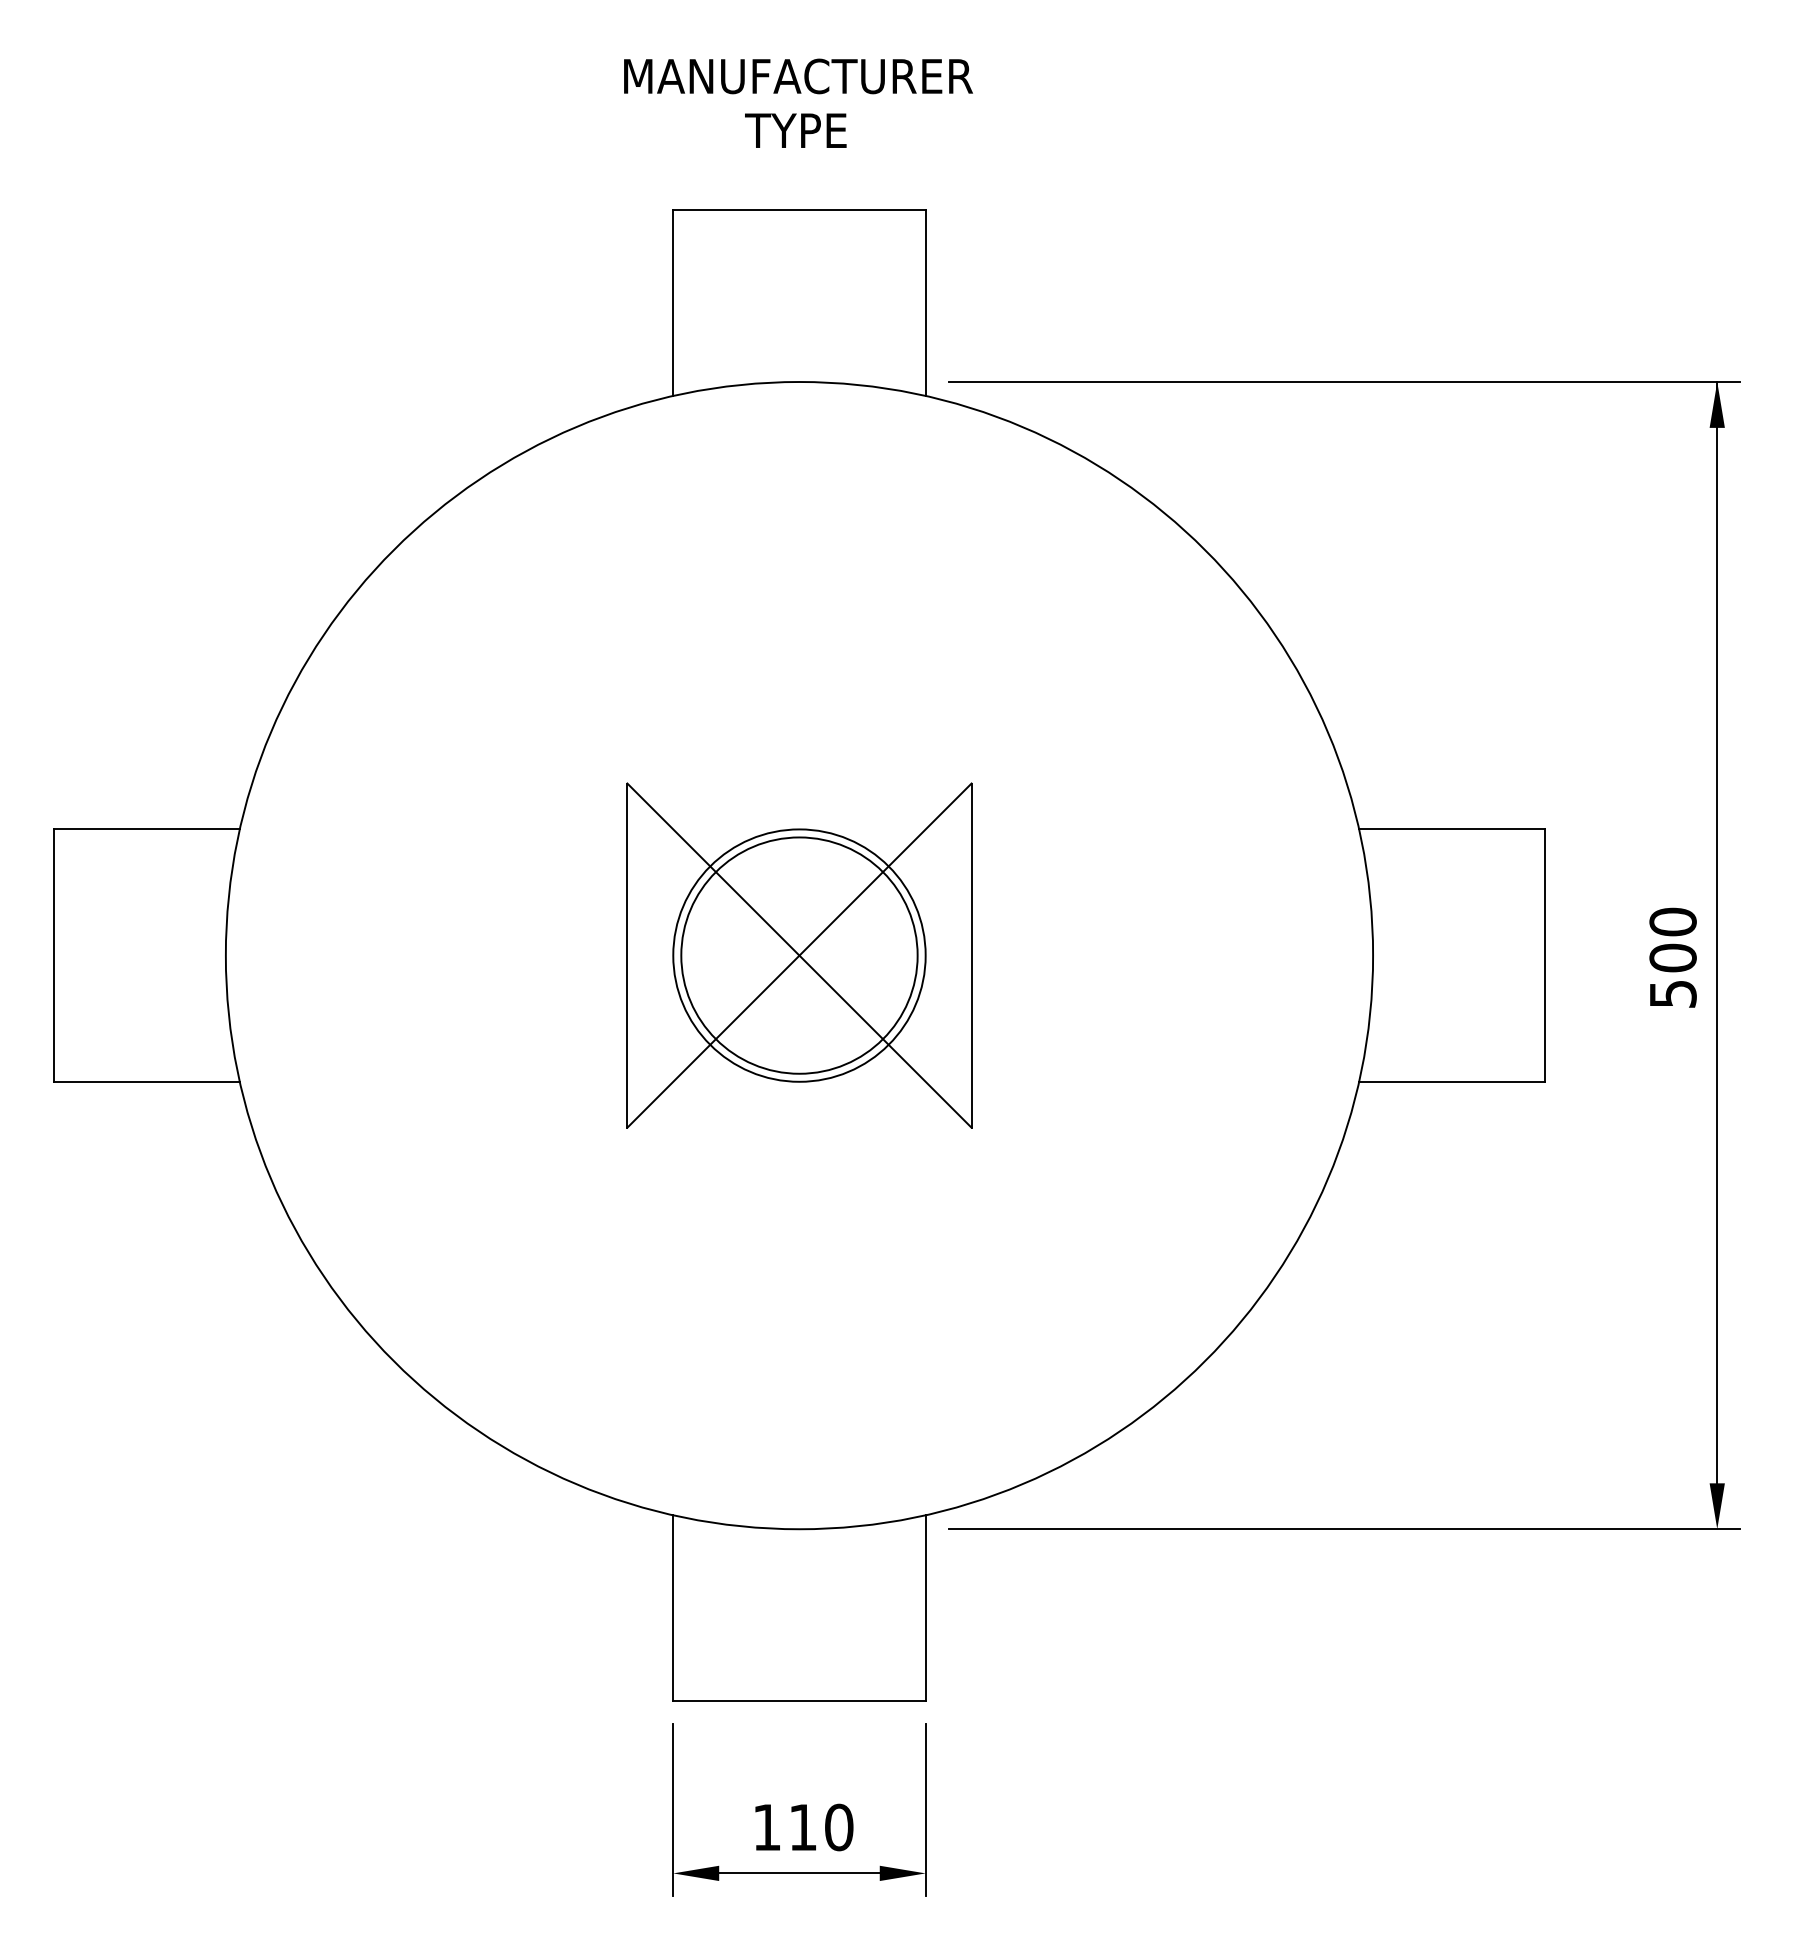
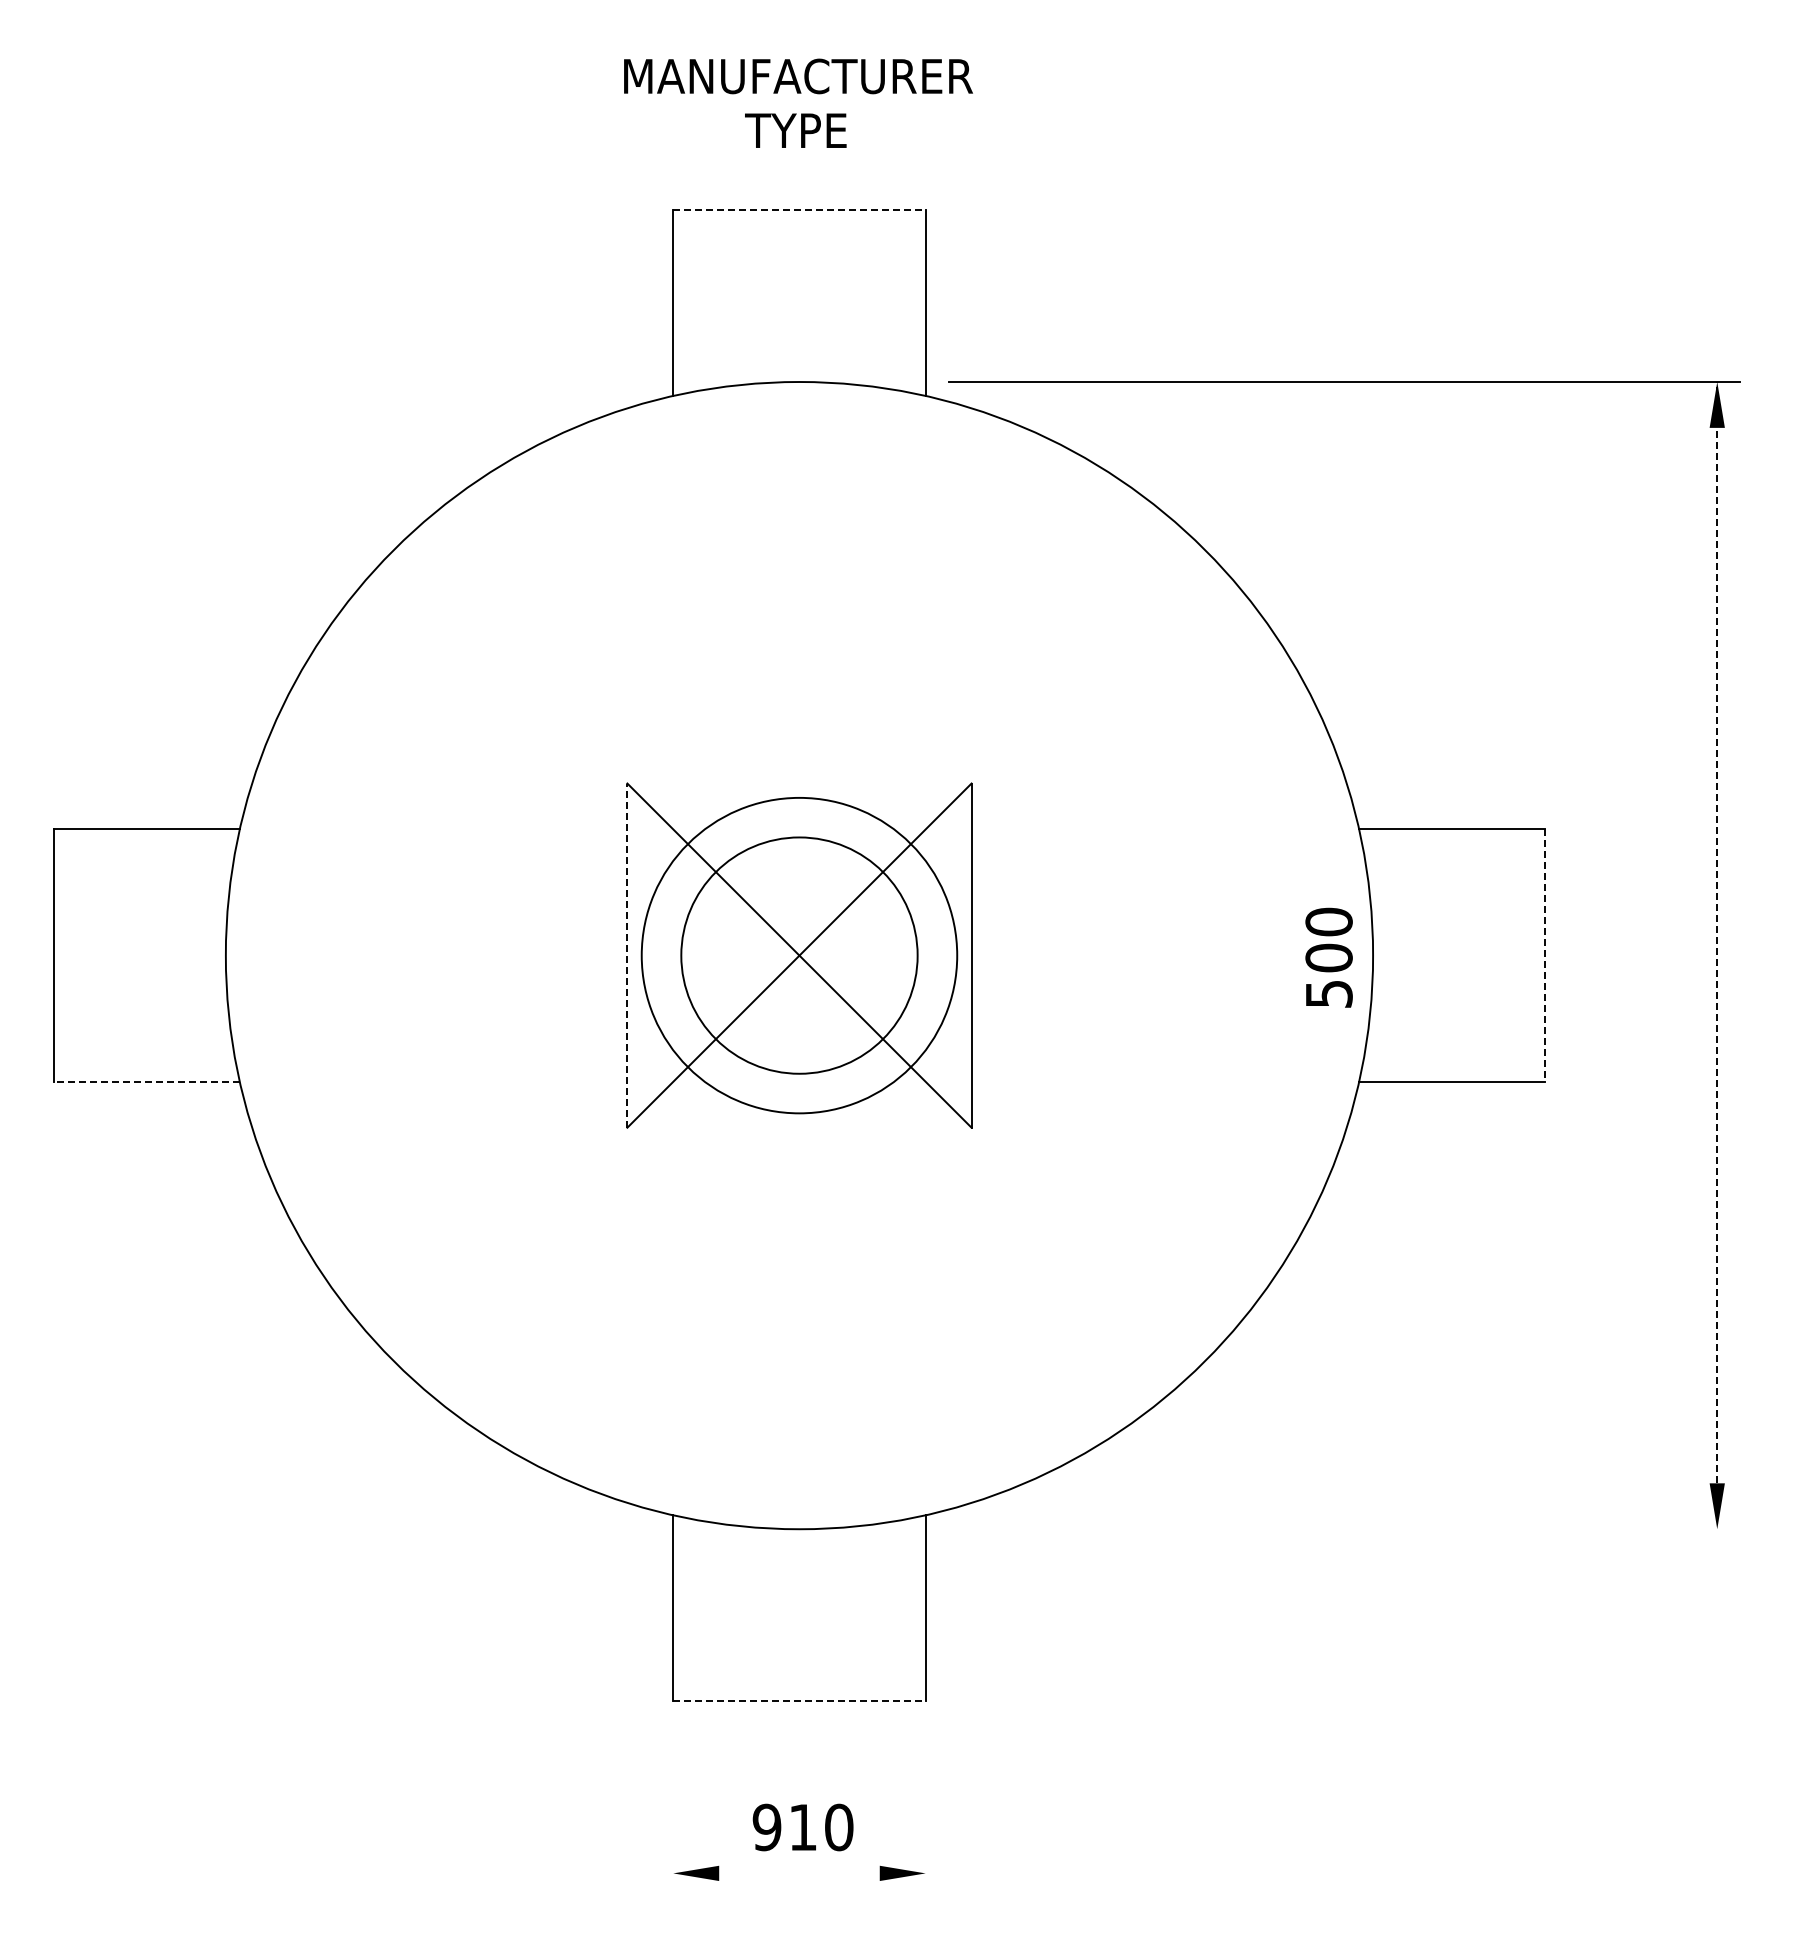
line at (799, 209): solid -> dashed
line at (1717, 932): solid -> dashed
line at (627, 955): solid -> dashed
circle at (799, 955) diameter: 252 px -> 315 px
line at (1545, 956): solid -> dashed
text at (1672, 957) position: (1672, 957) -> (1328, 957)
line at (146, 1081): solid -> dashed
line at (1344, 1529): present -> none
line at (799, 1701): solid -> dashed
line at (673, 1810): present -> none
line at (925, 1810): present -> none
text at (766, 1827): 110 -> 910
line at (799, 1873): present -> none
